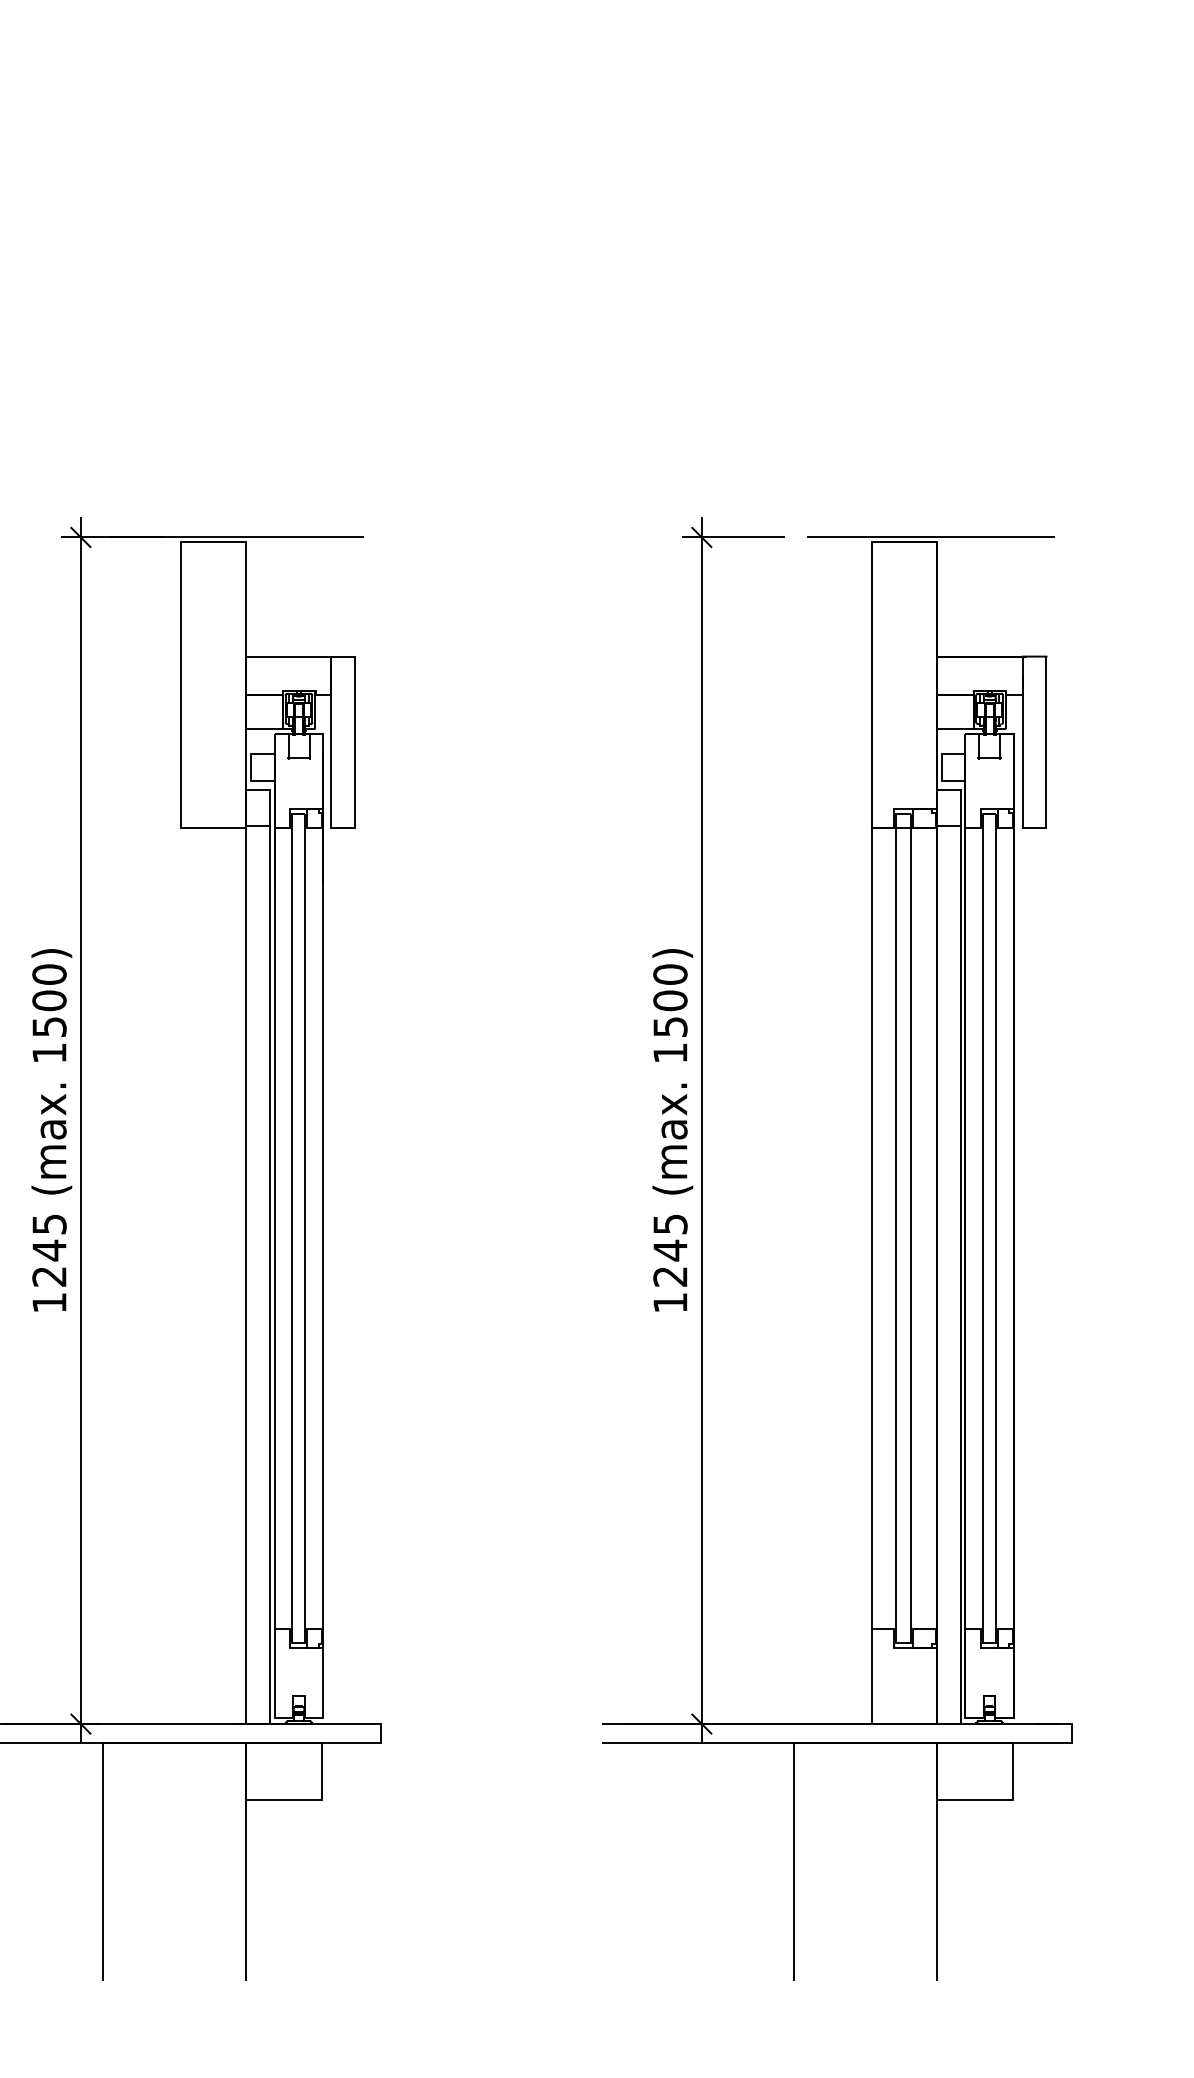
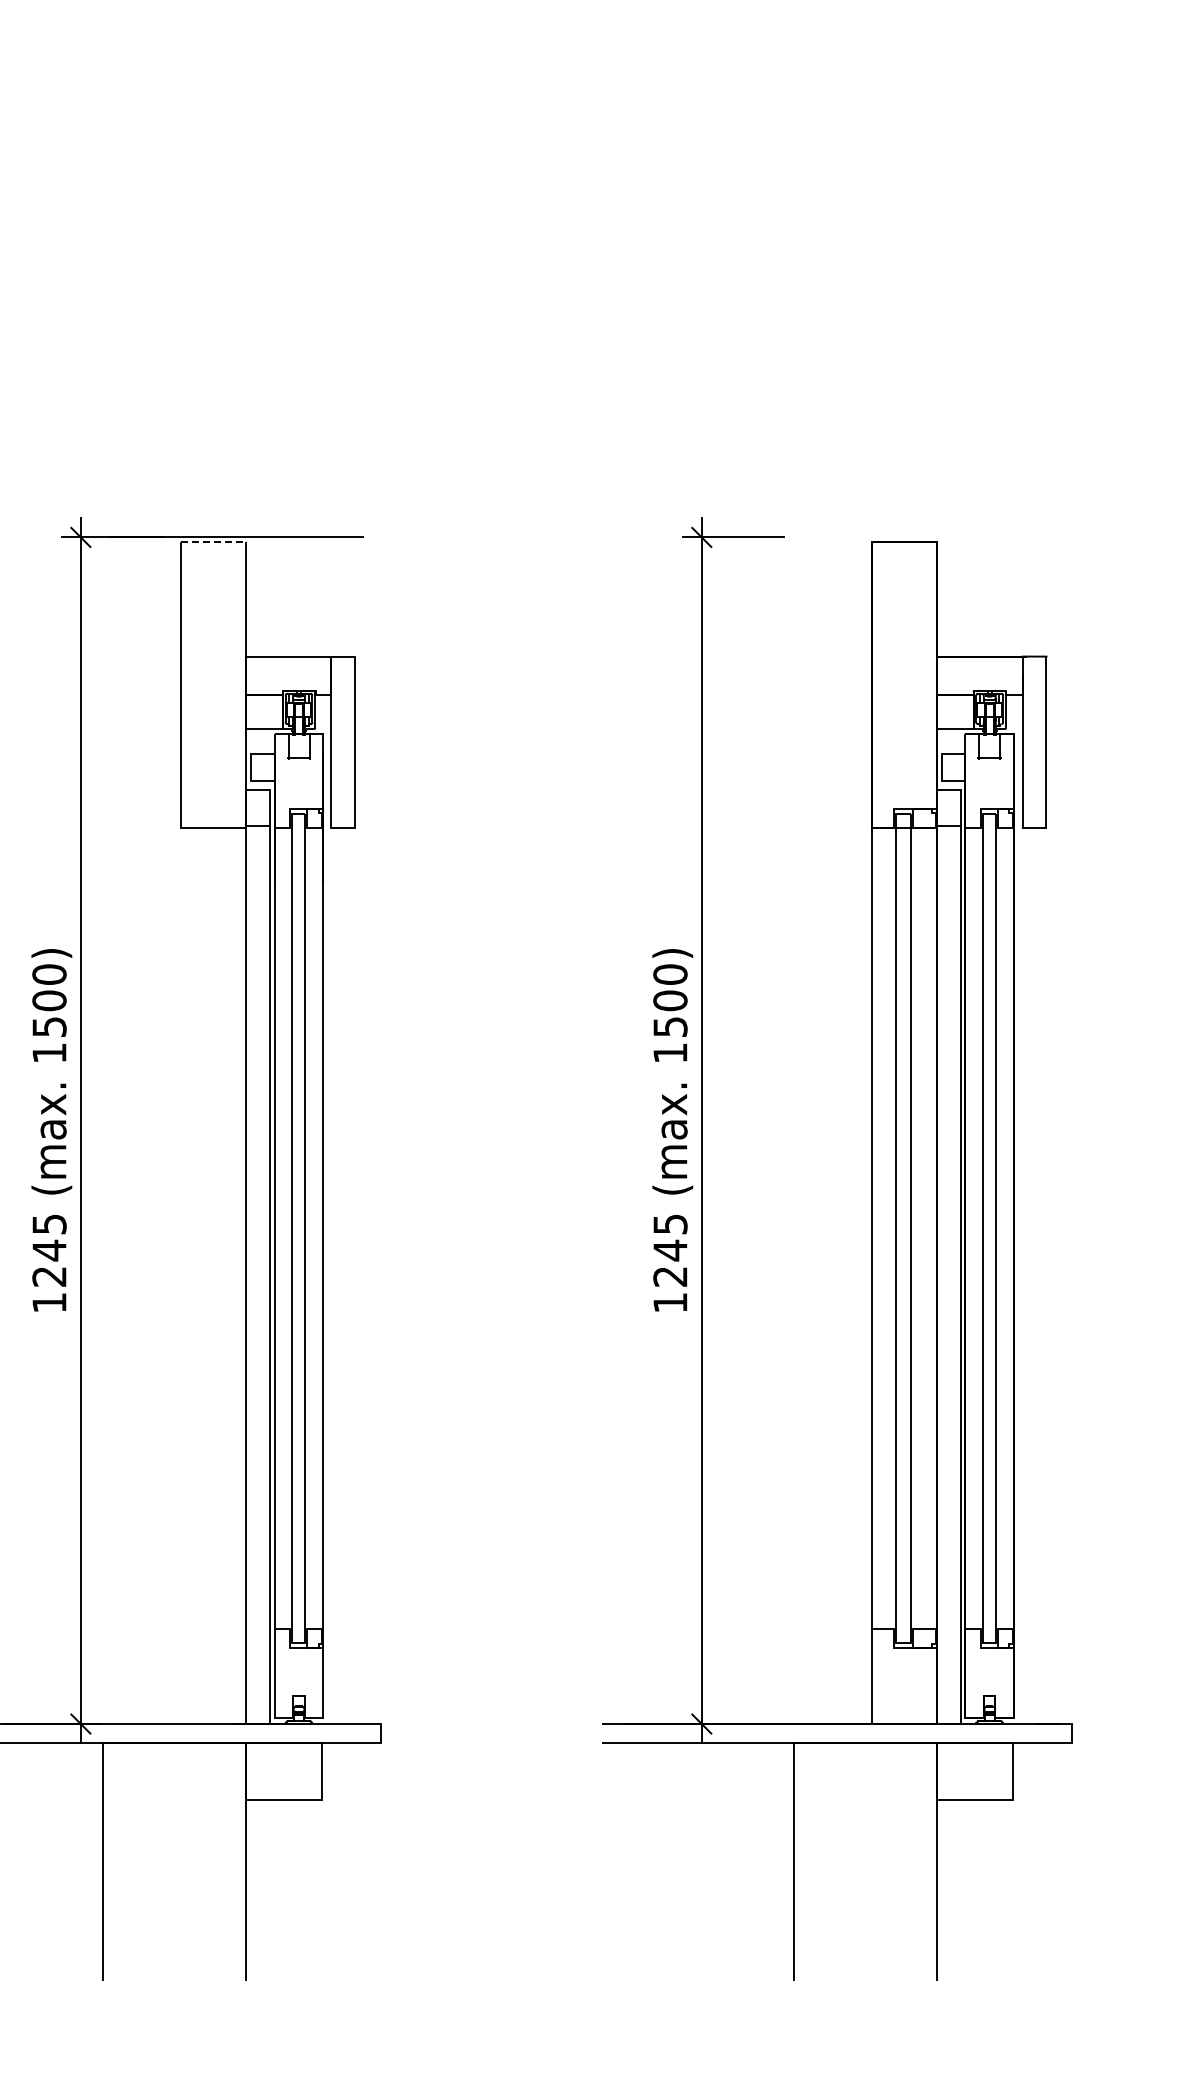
line at (931, 537): present -> none
line at (214, 542): solid -> dashed
